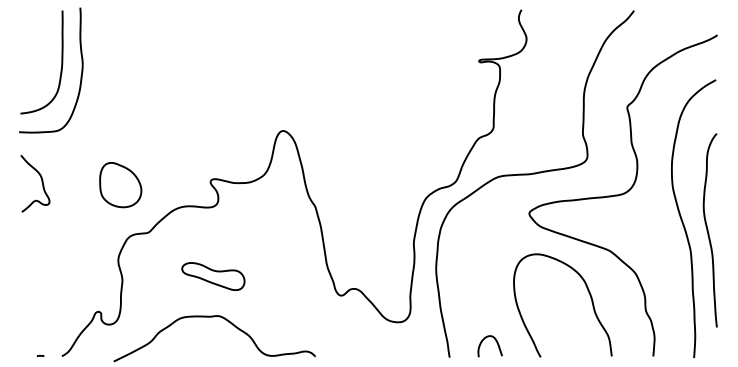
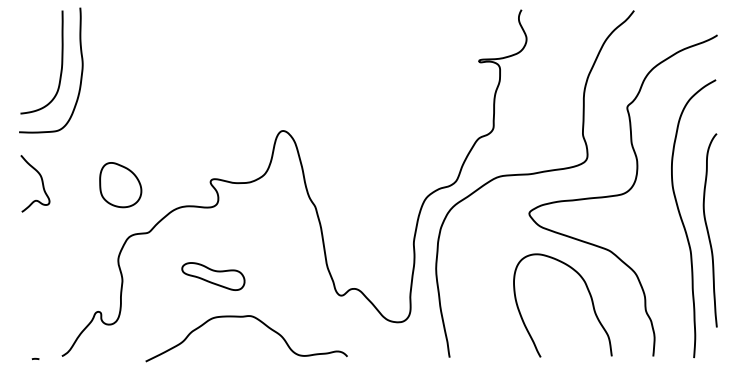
curve at (214, 317) position: (214, 317) -> (246, 317)
curve at (496, 343): present -> none
curve at (40, 355) position: (40, 355) -> (35, 358)
